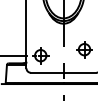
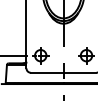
part at (84, 49) position: (84, 49) -> (86, 55)
